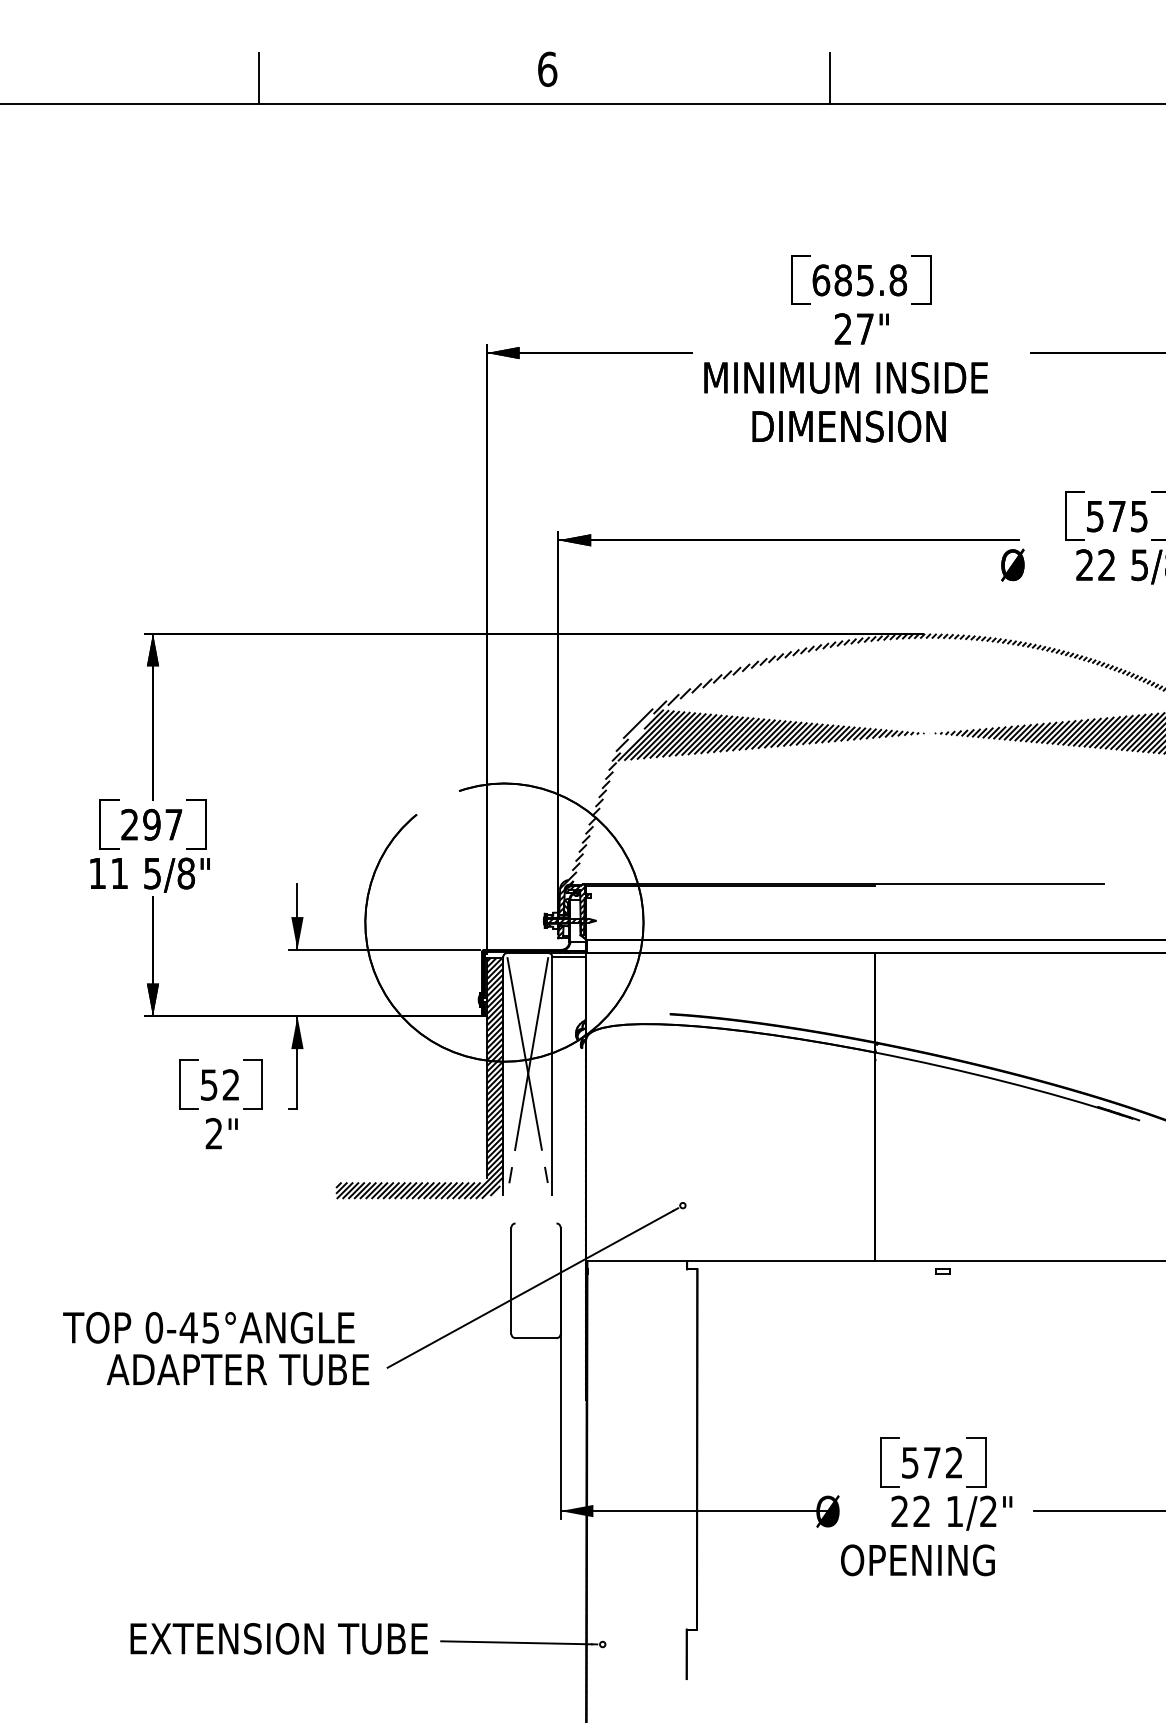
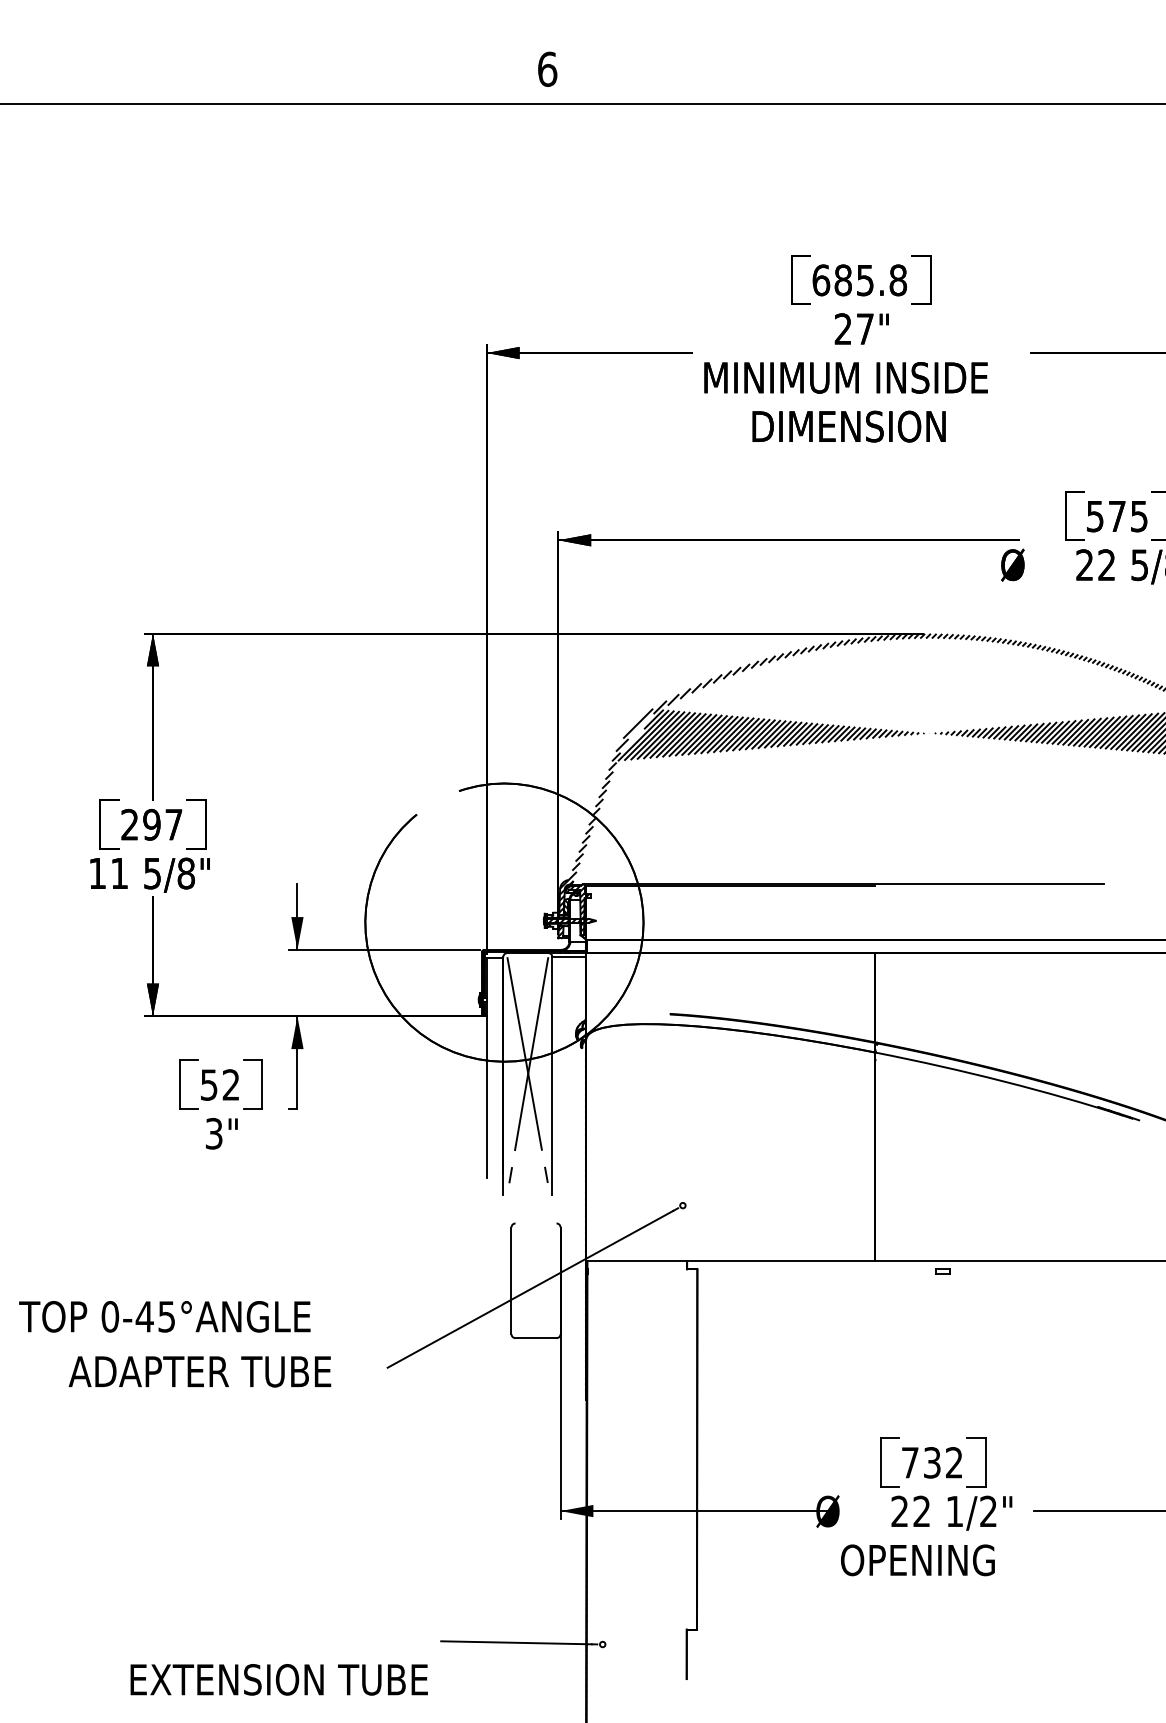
line at (258, 78): present -> none
line at (830, 78): present -> none
hatch at (419, 1078): present -> none
text at (213, 1133): 2" -> 3"
text at (208, 1327) position: (208, 1327) -> (164, 1316)
text at (237, 1369) position: (237, 1369) -> (199, 1371)
text at (921, 1462): 572 -> 732
text at (278, 1638) position: (278, 1638) -> (278, 1679)
